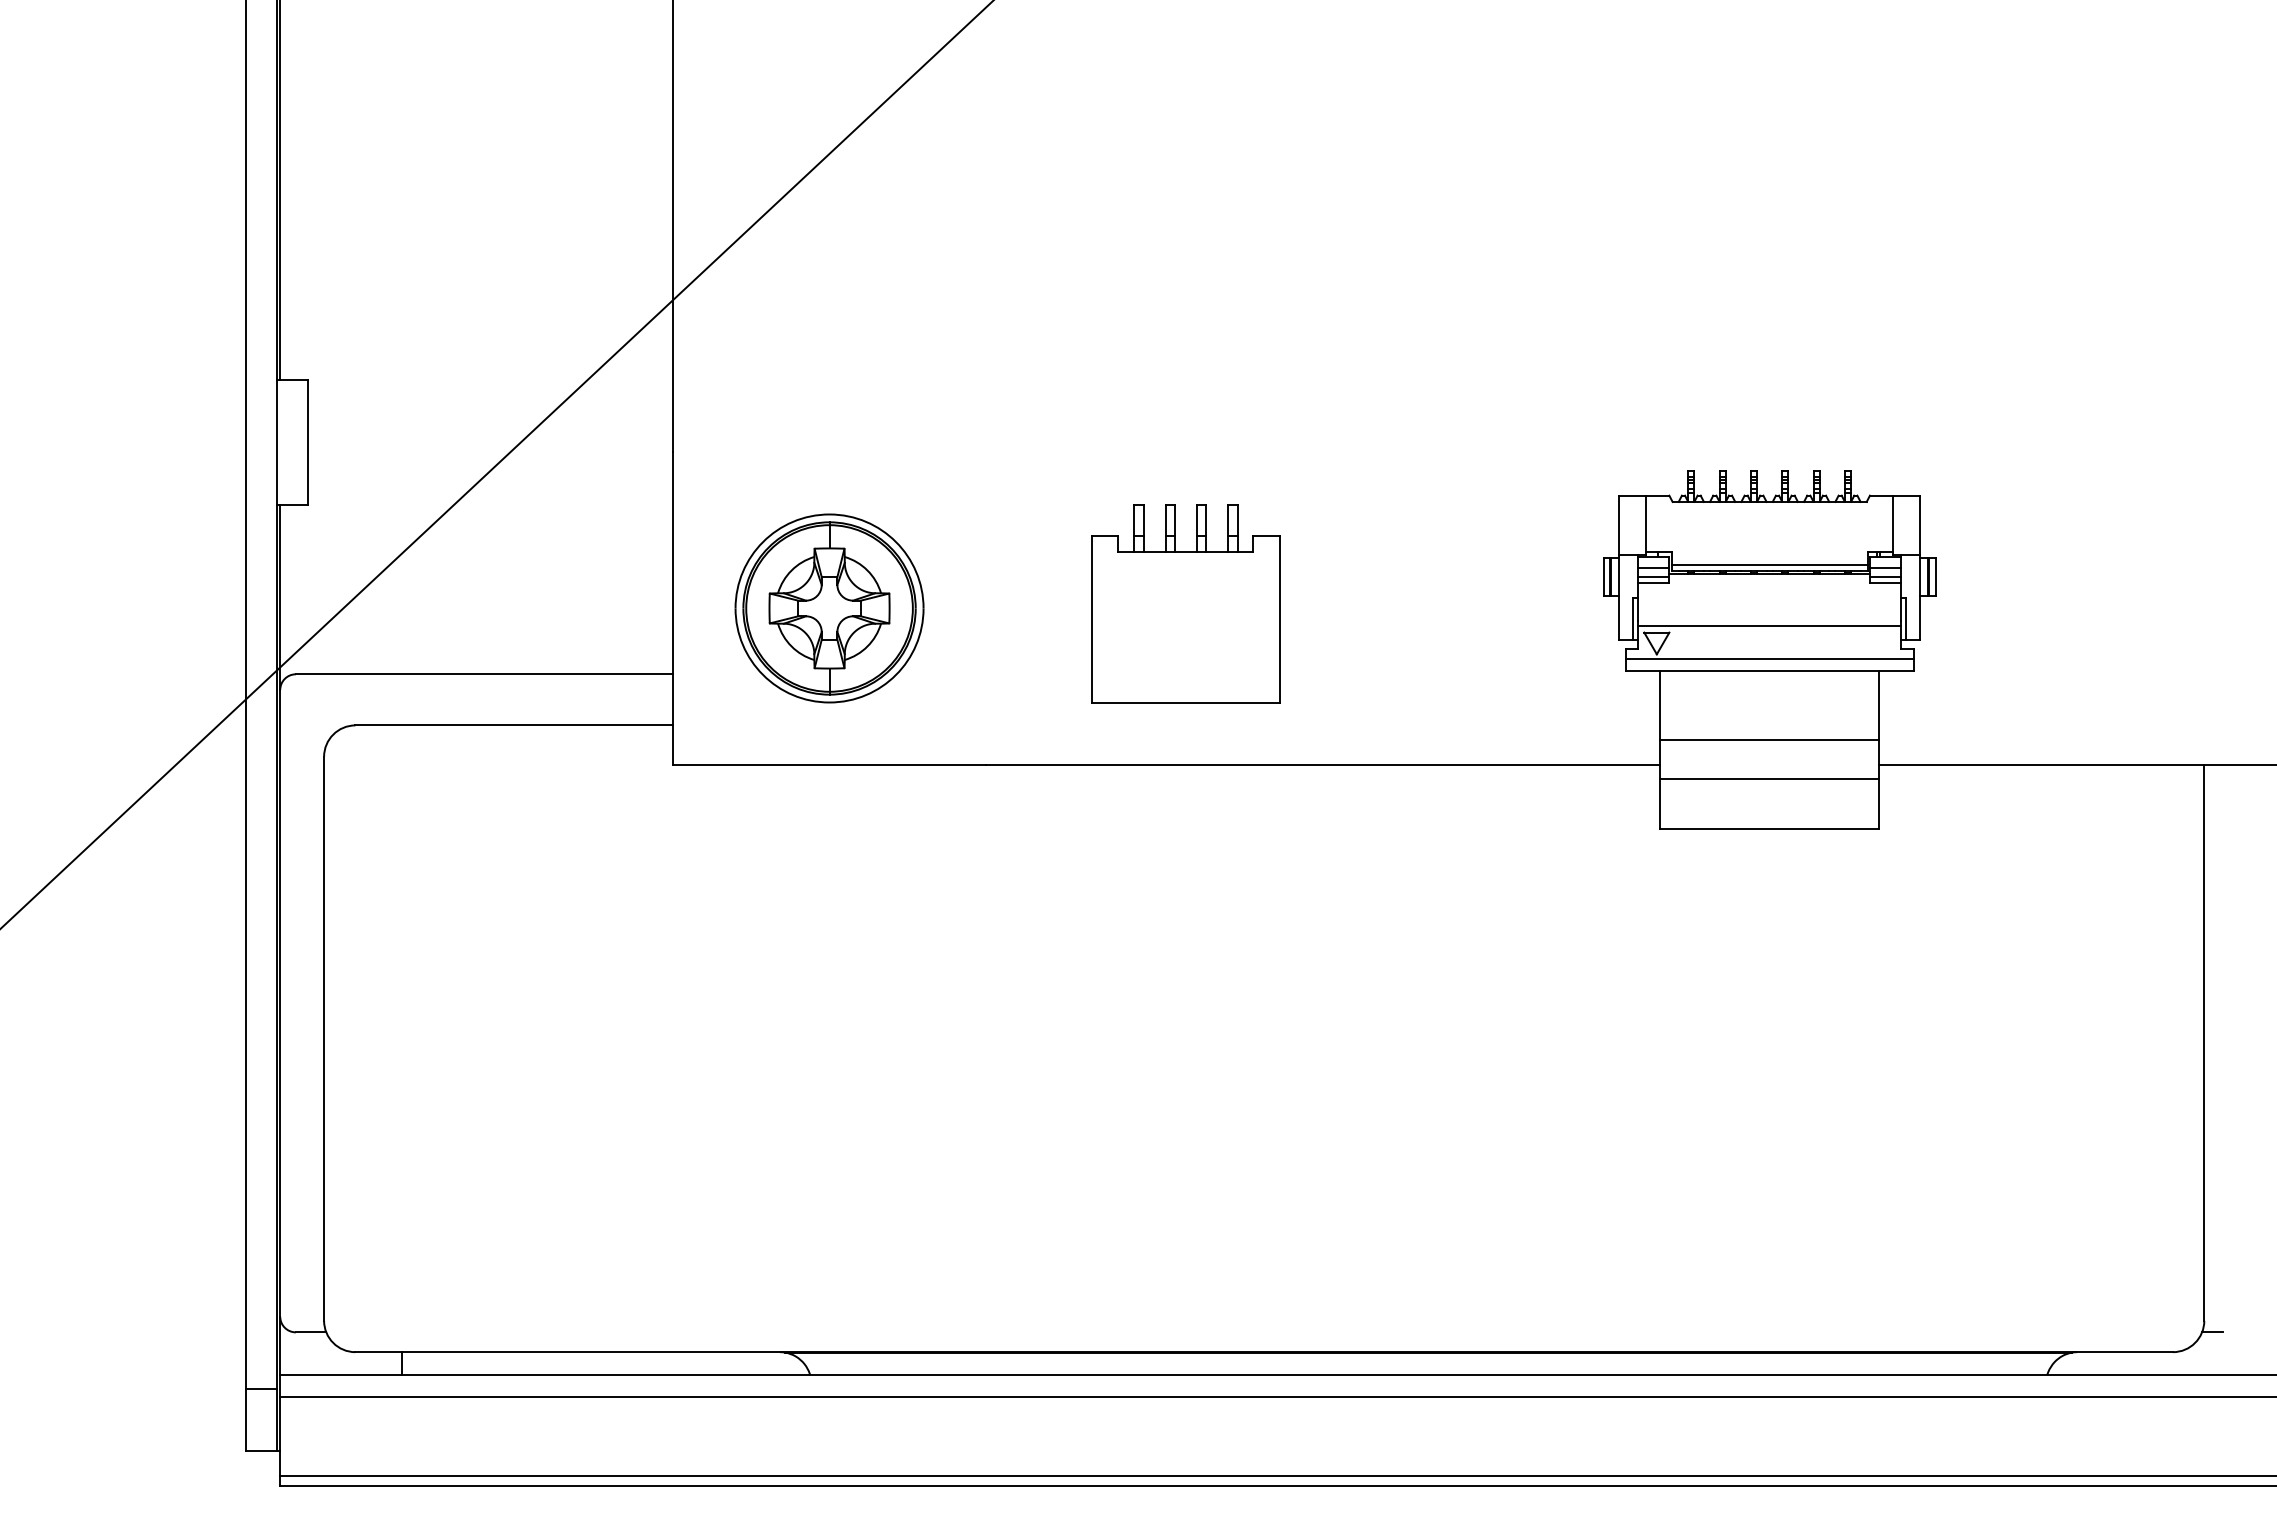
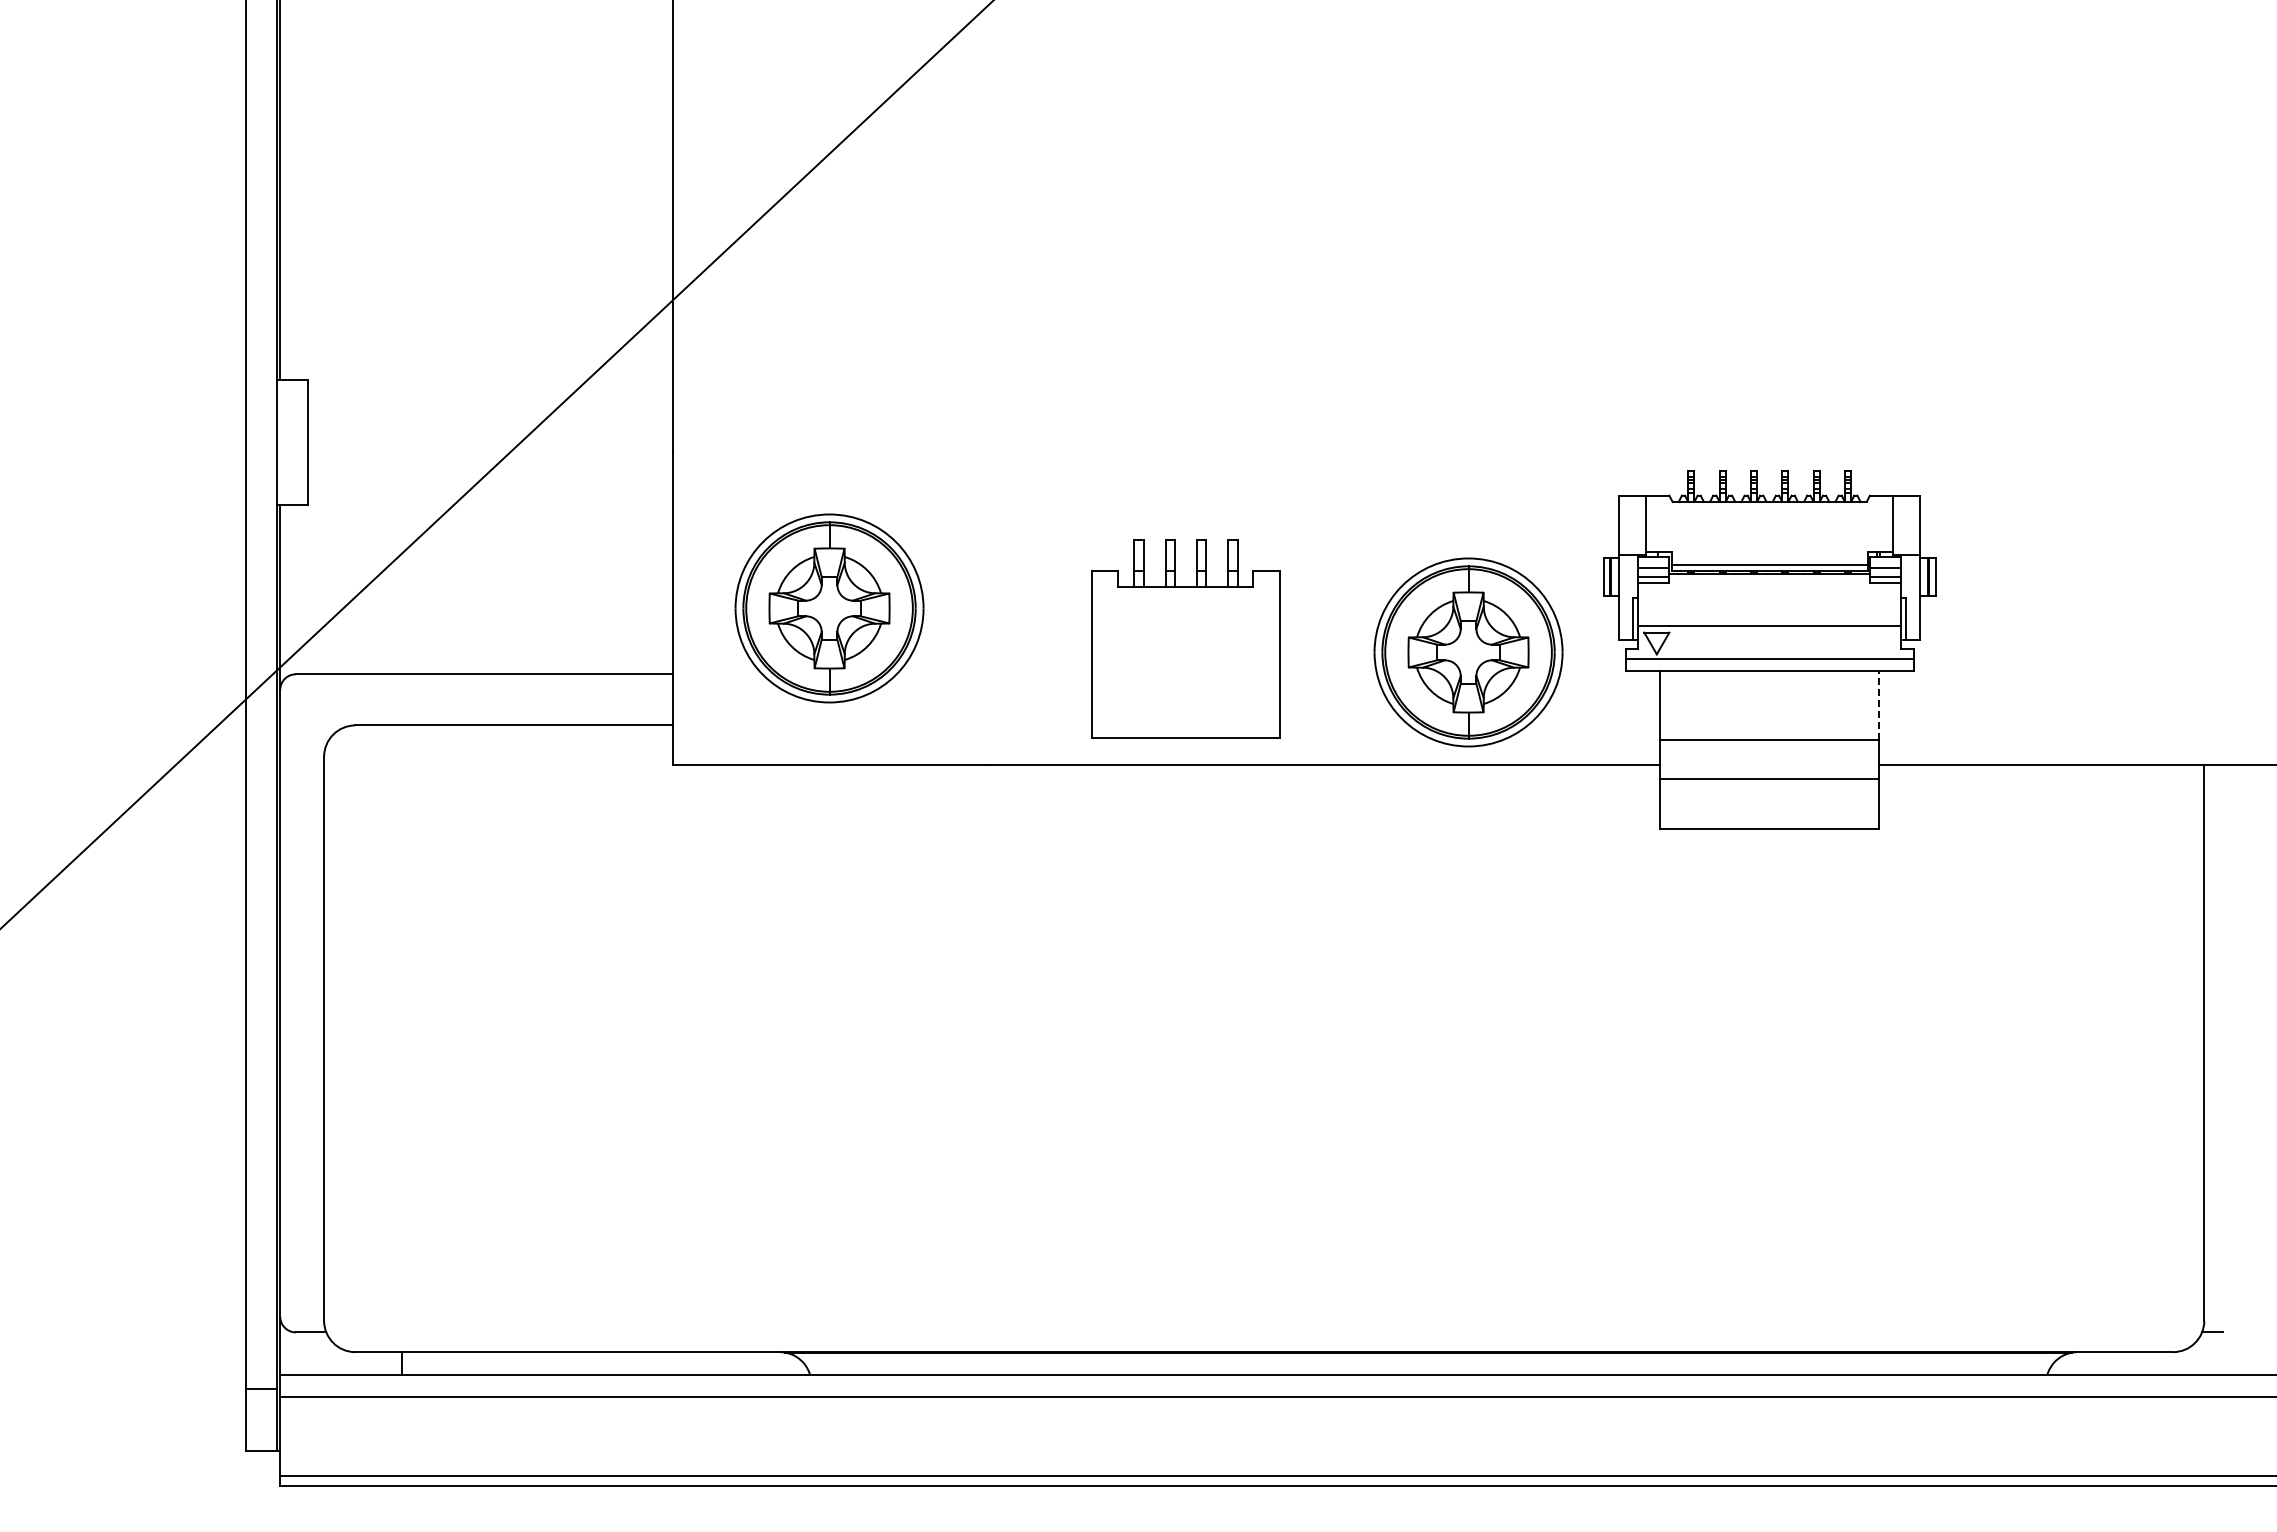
part at (1185, 603) position: (1185, 603) -> (1185, 638)
part at (1468, 652): none -> present
line at (1879, 704): solid -> dashed
